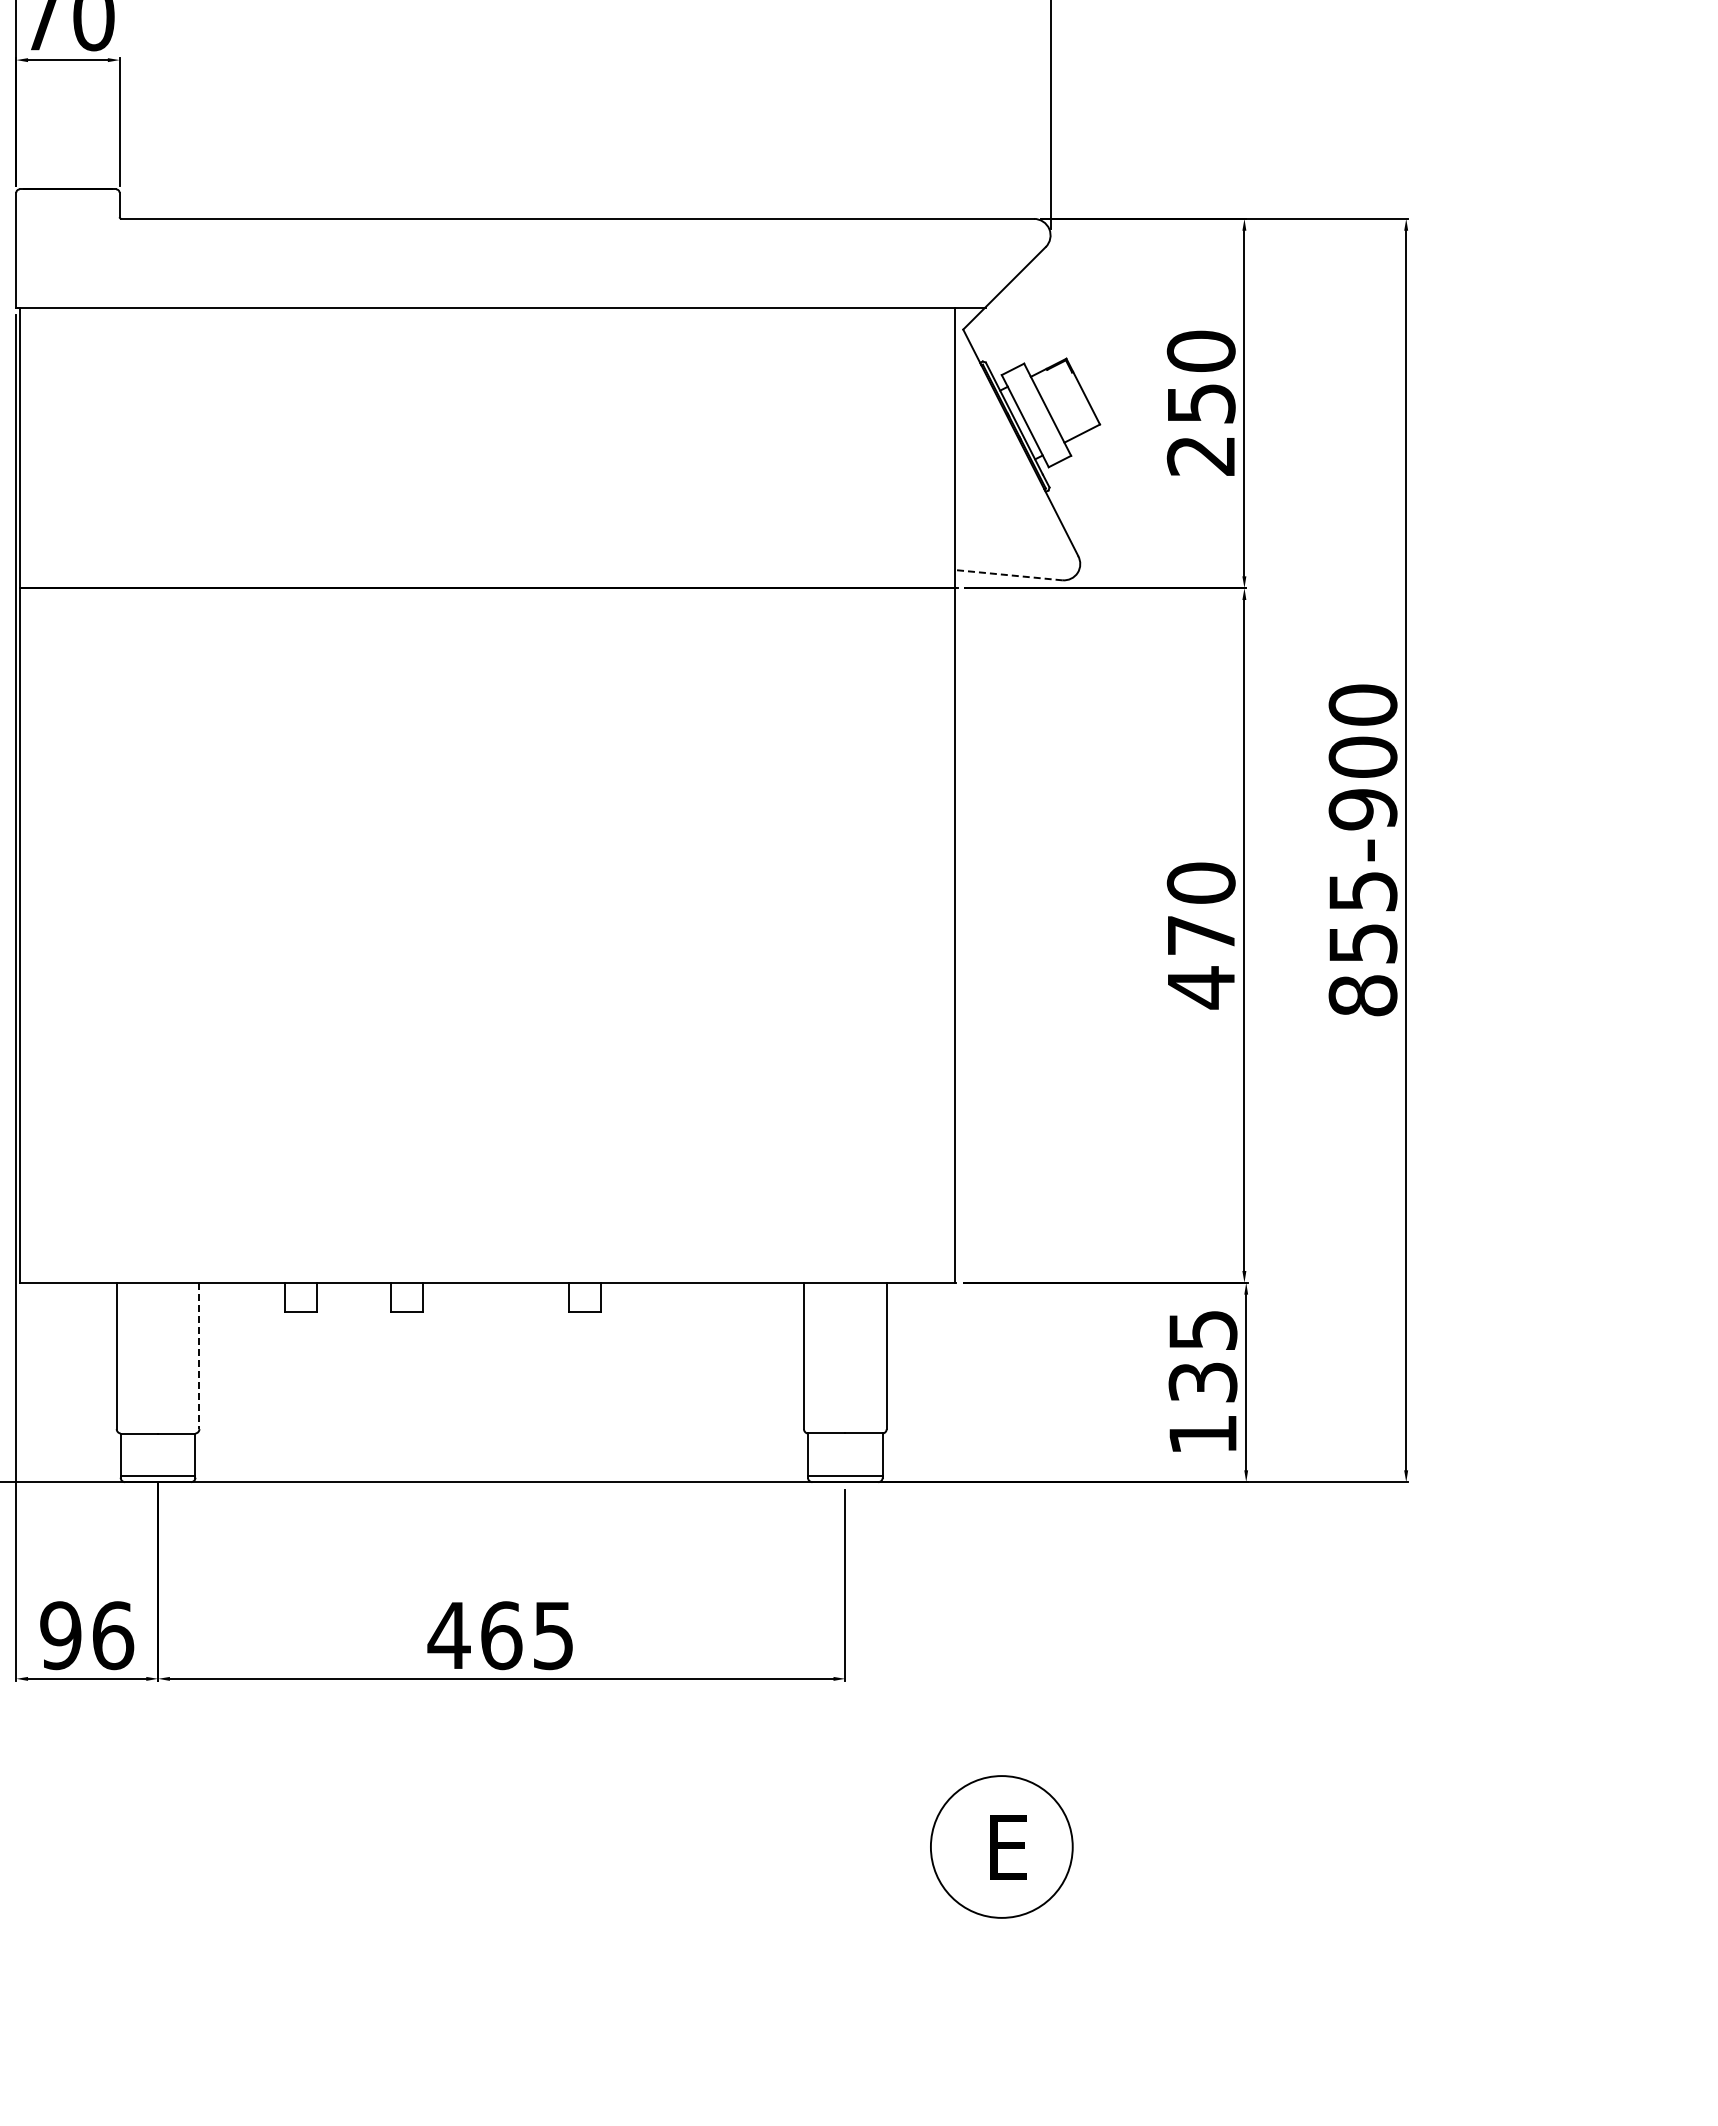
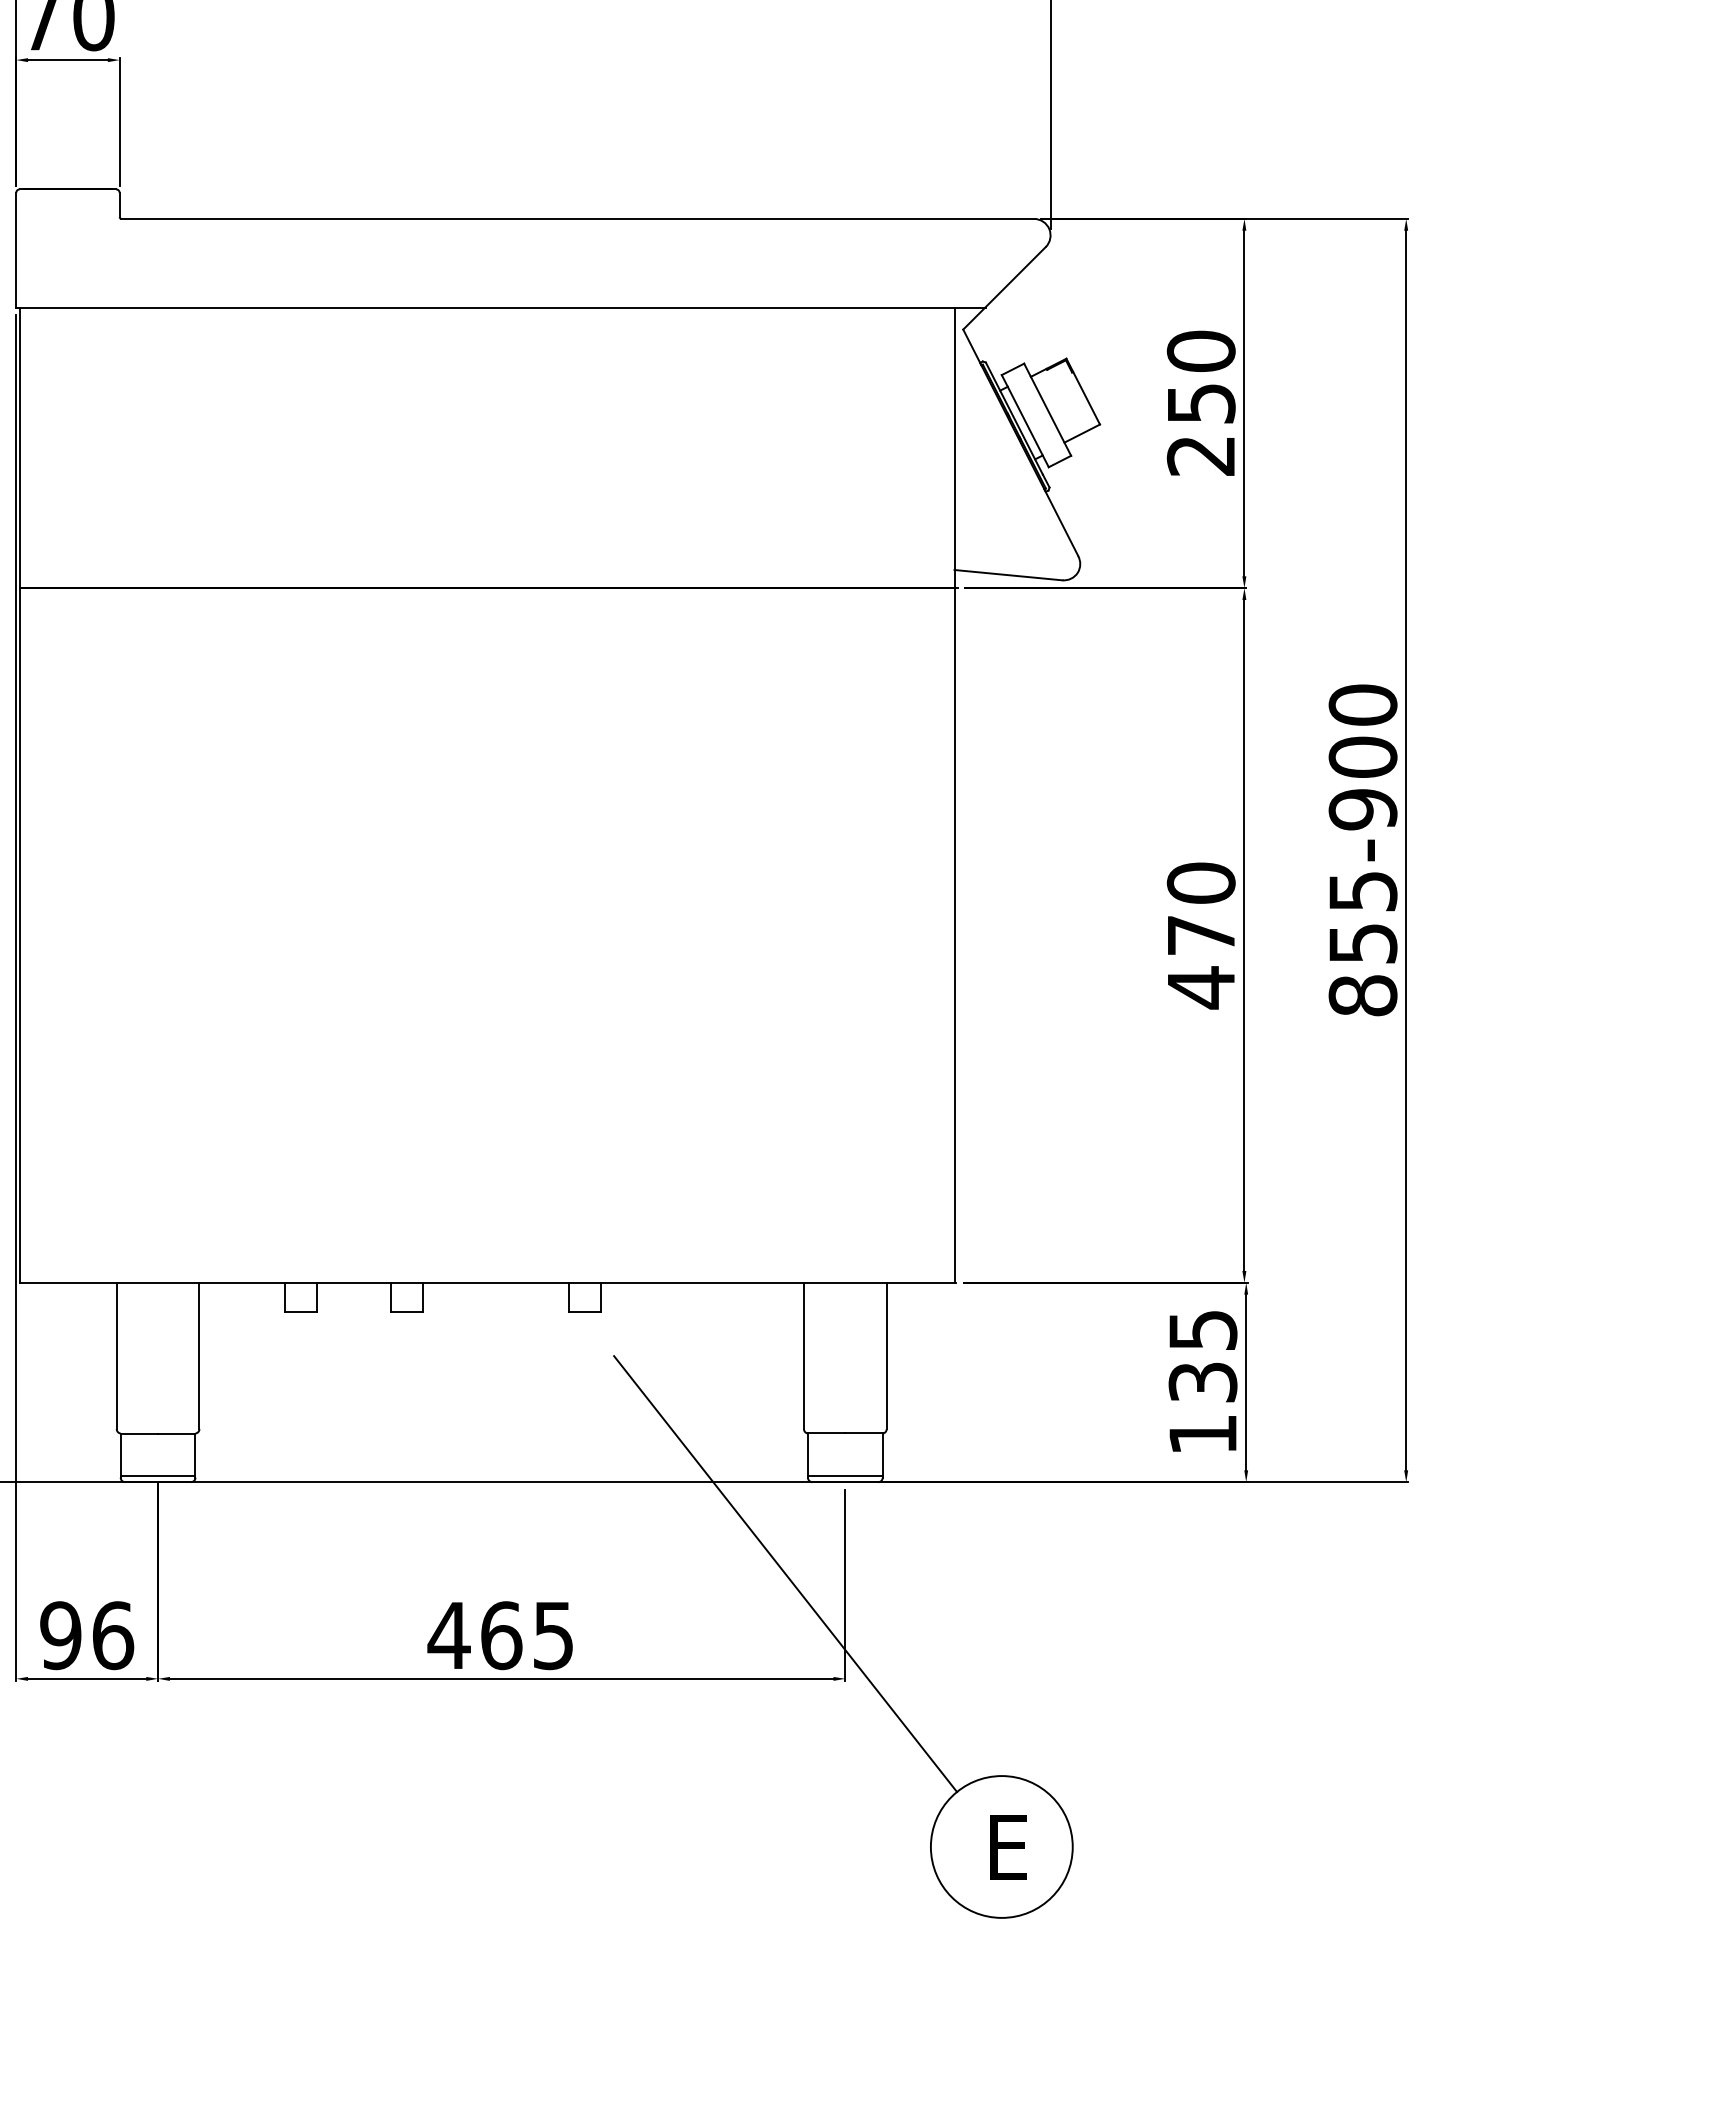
line at (1008, 575): dashed -> solid
line at (199, 1356): dashed -> solid
line at (785, 1574): none -> present
